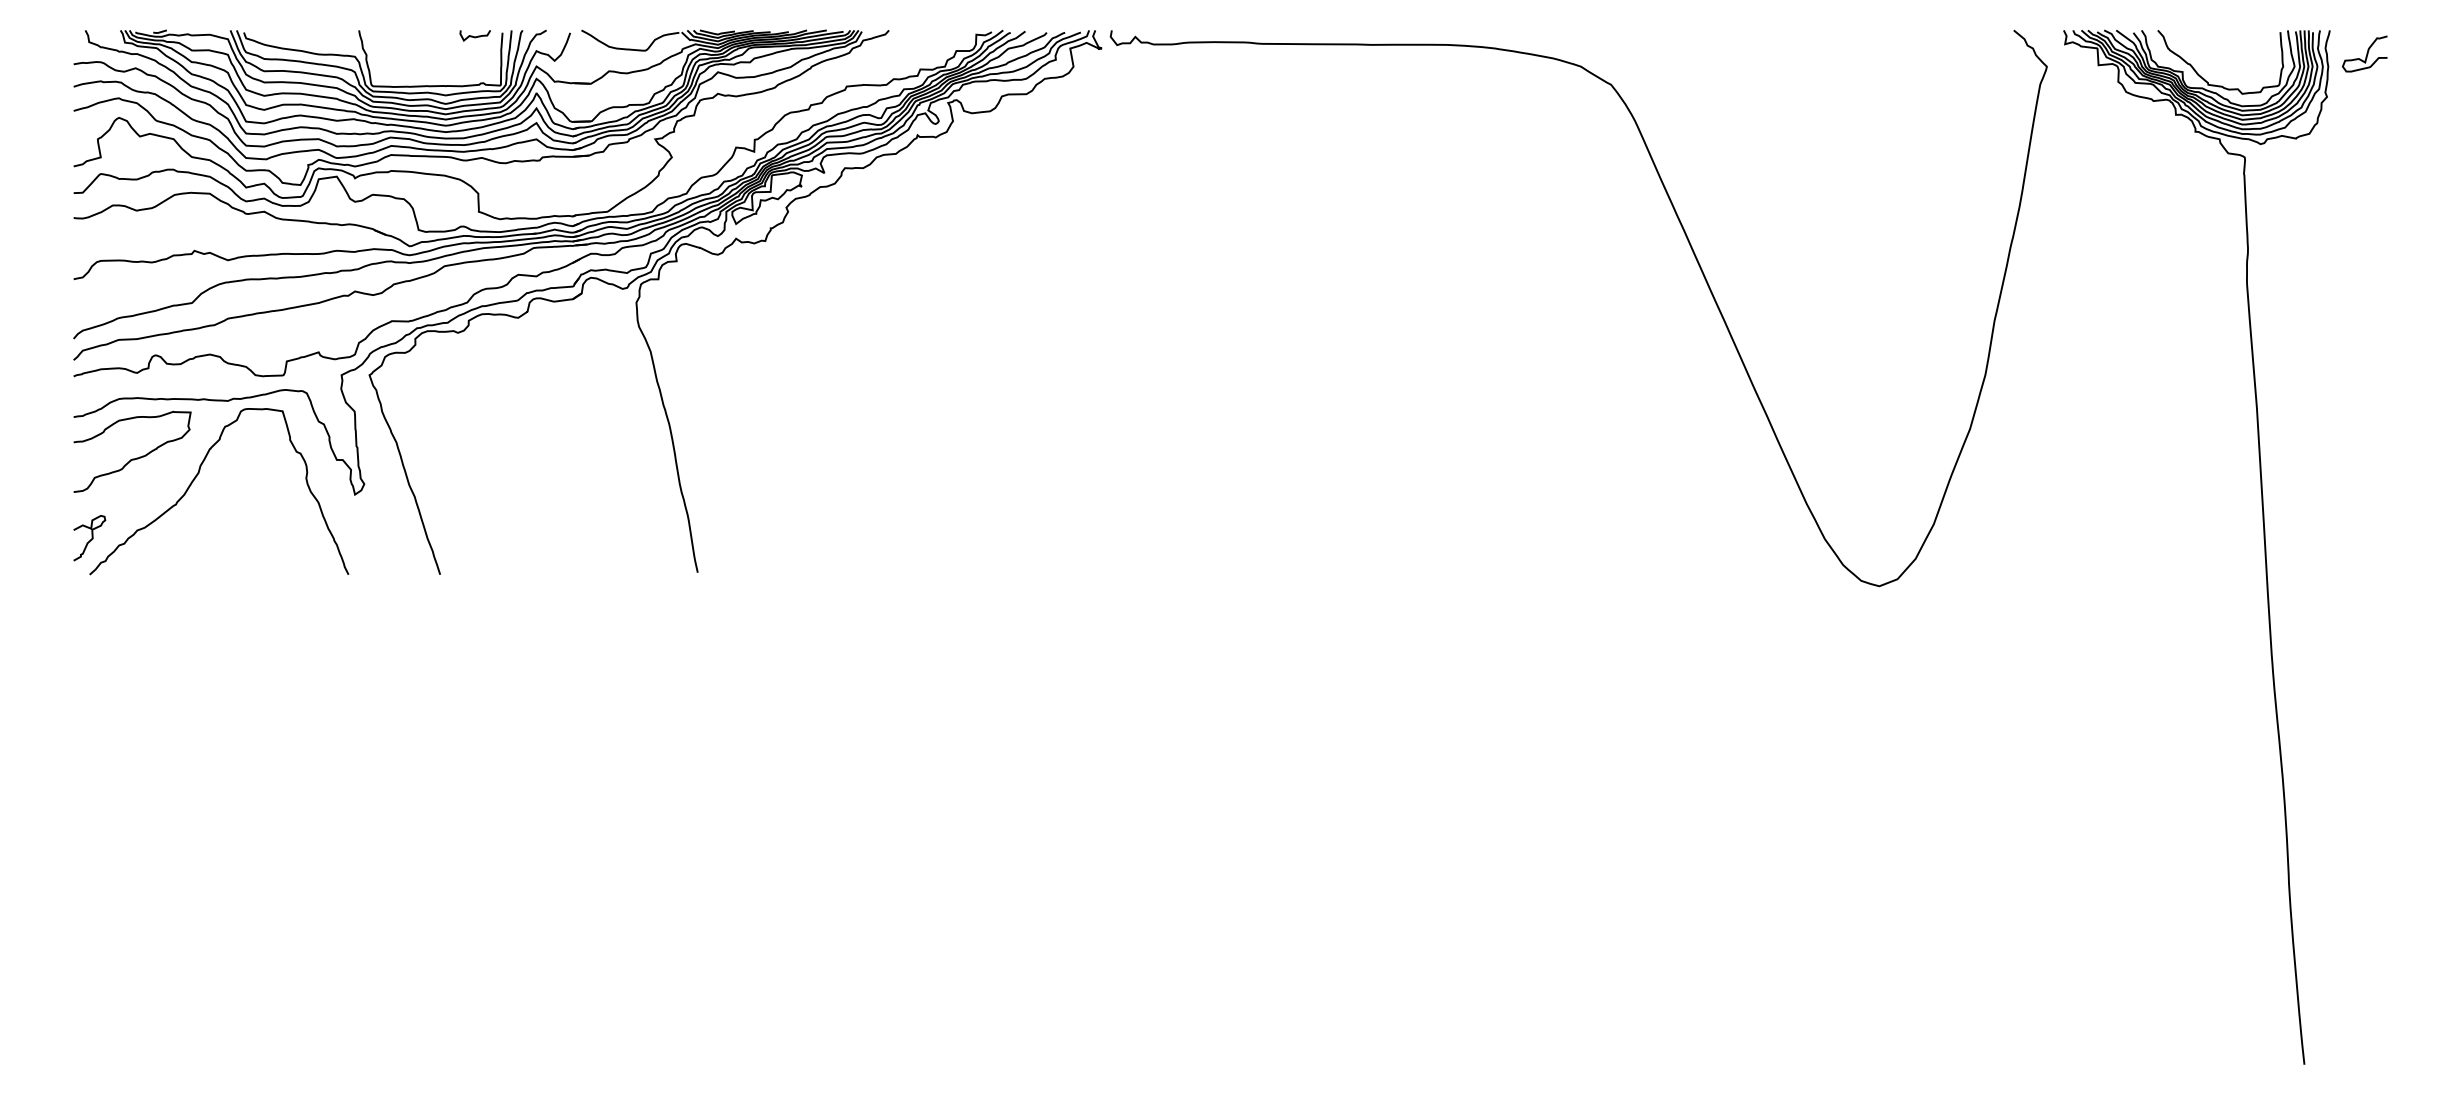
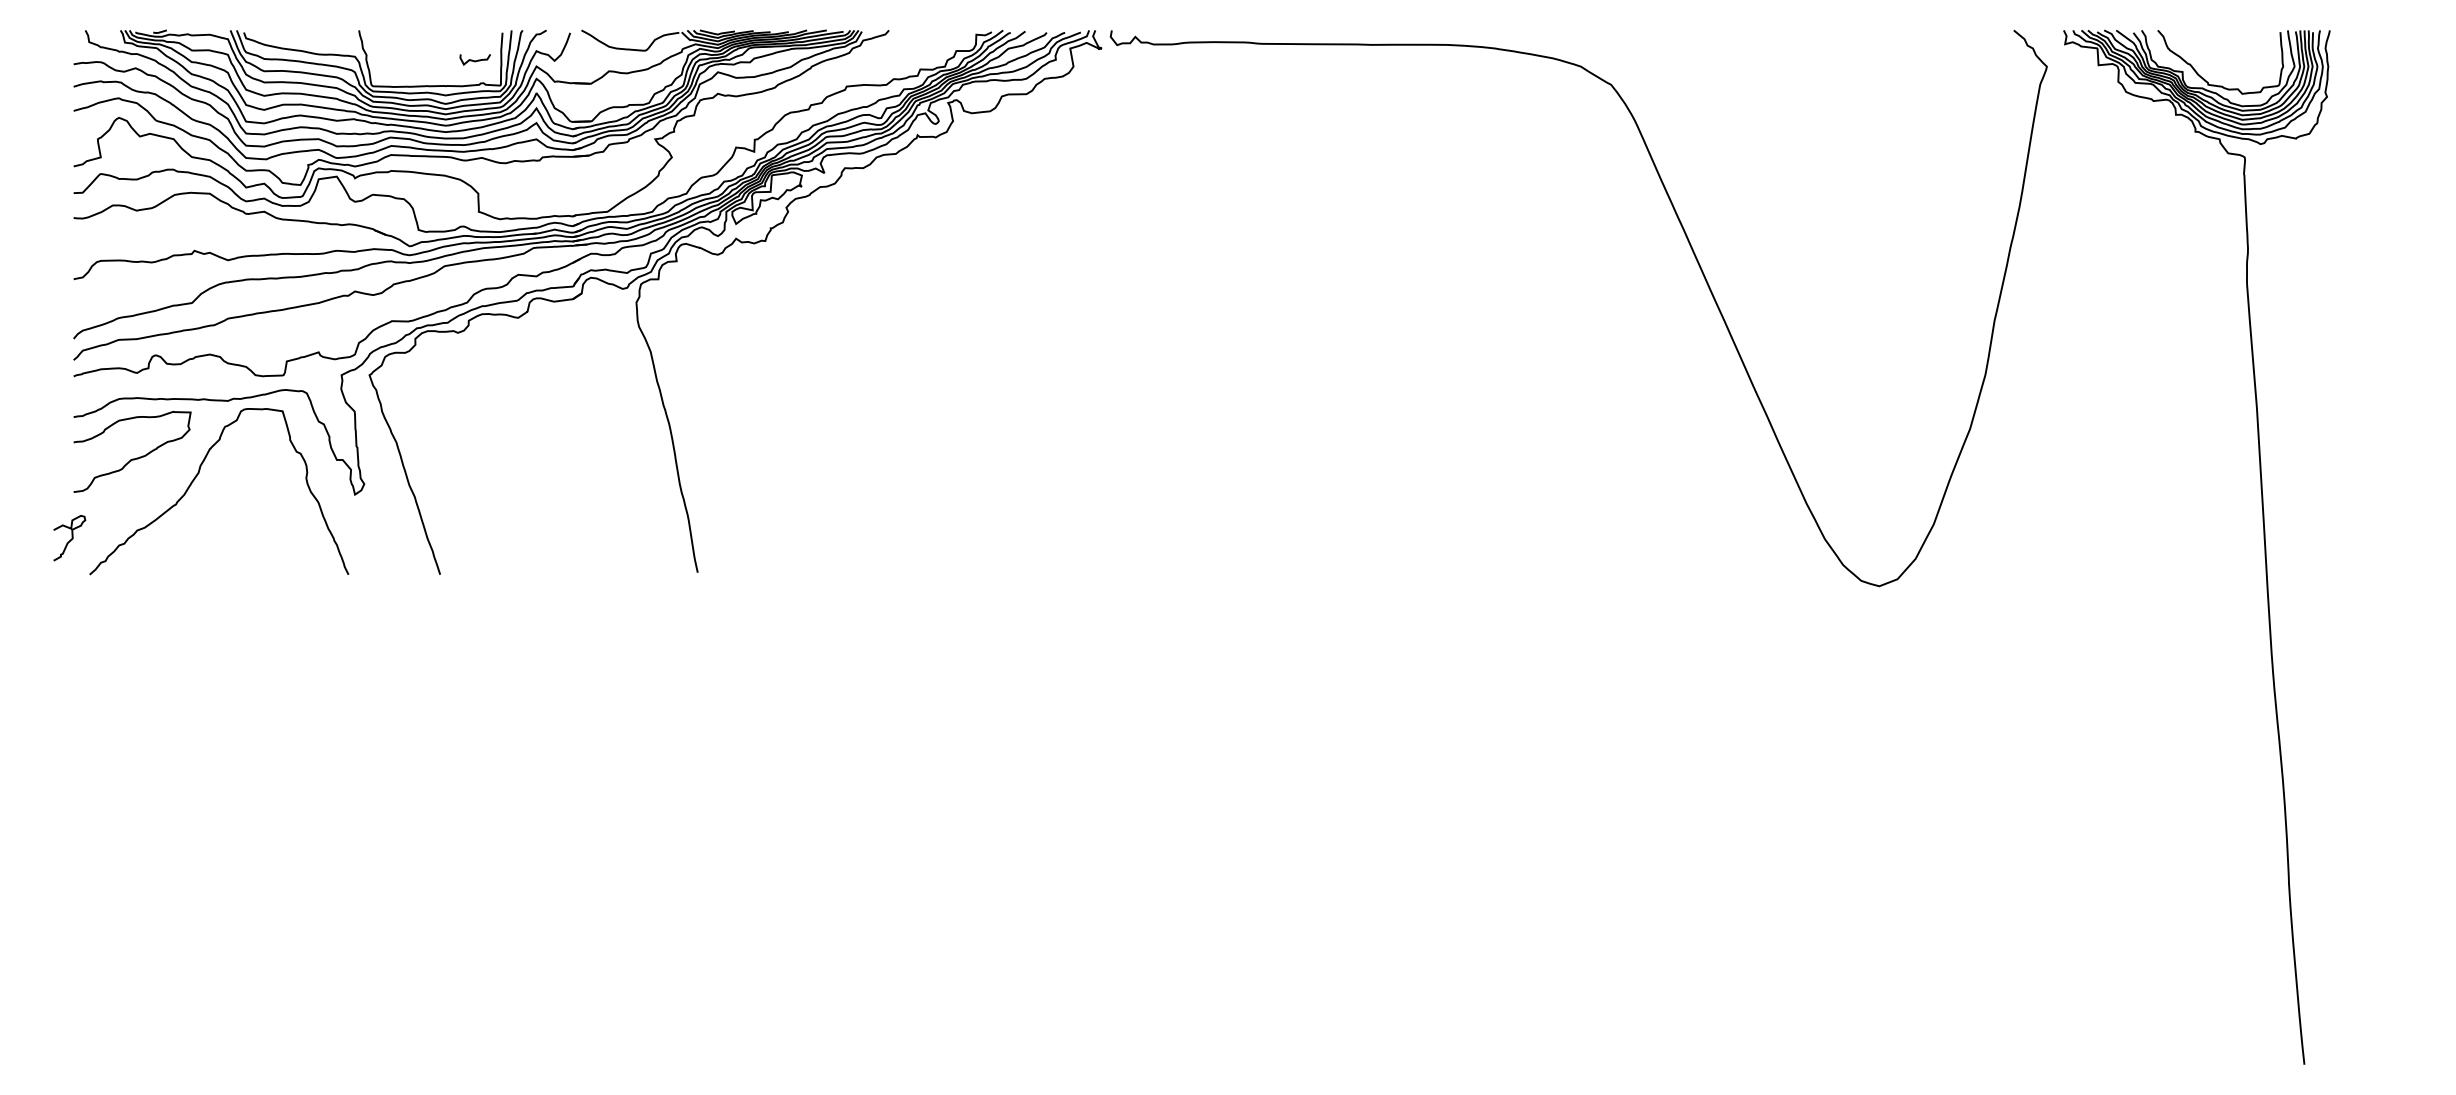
curve at (474, 36) position: (474, 36) -> (474, 60)
curve at (2366, 53): present -> none
curve at (90, 539) position: (90, 539) -> (70, 539)
